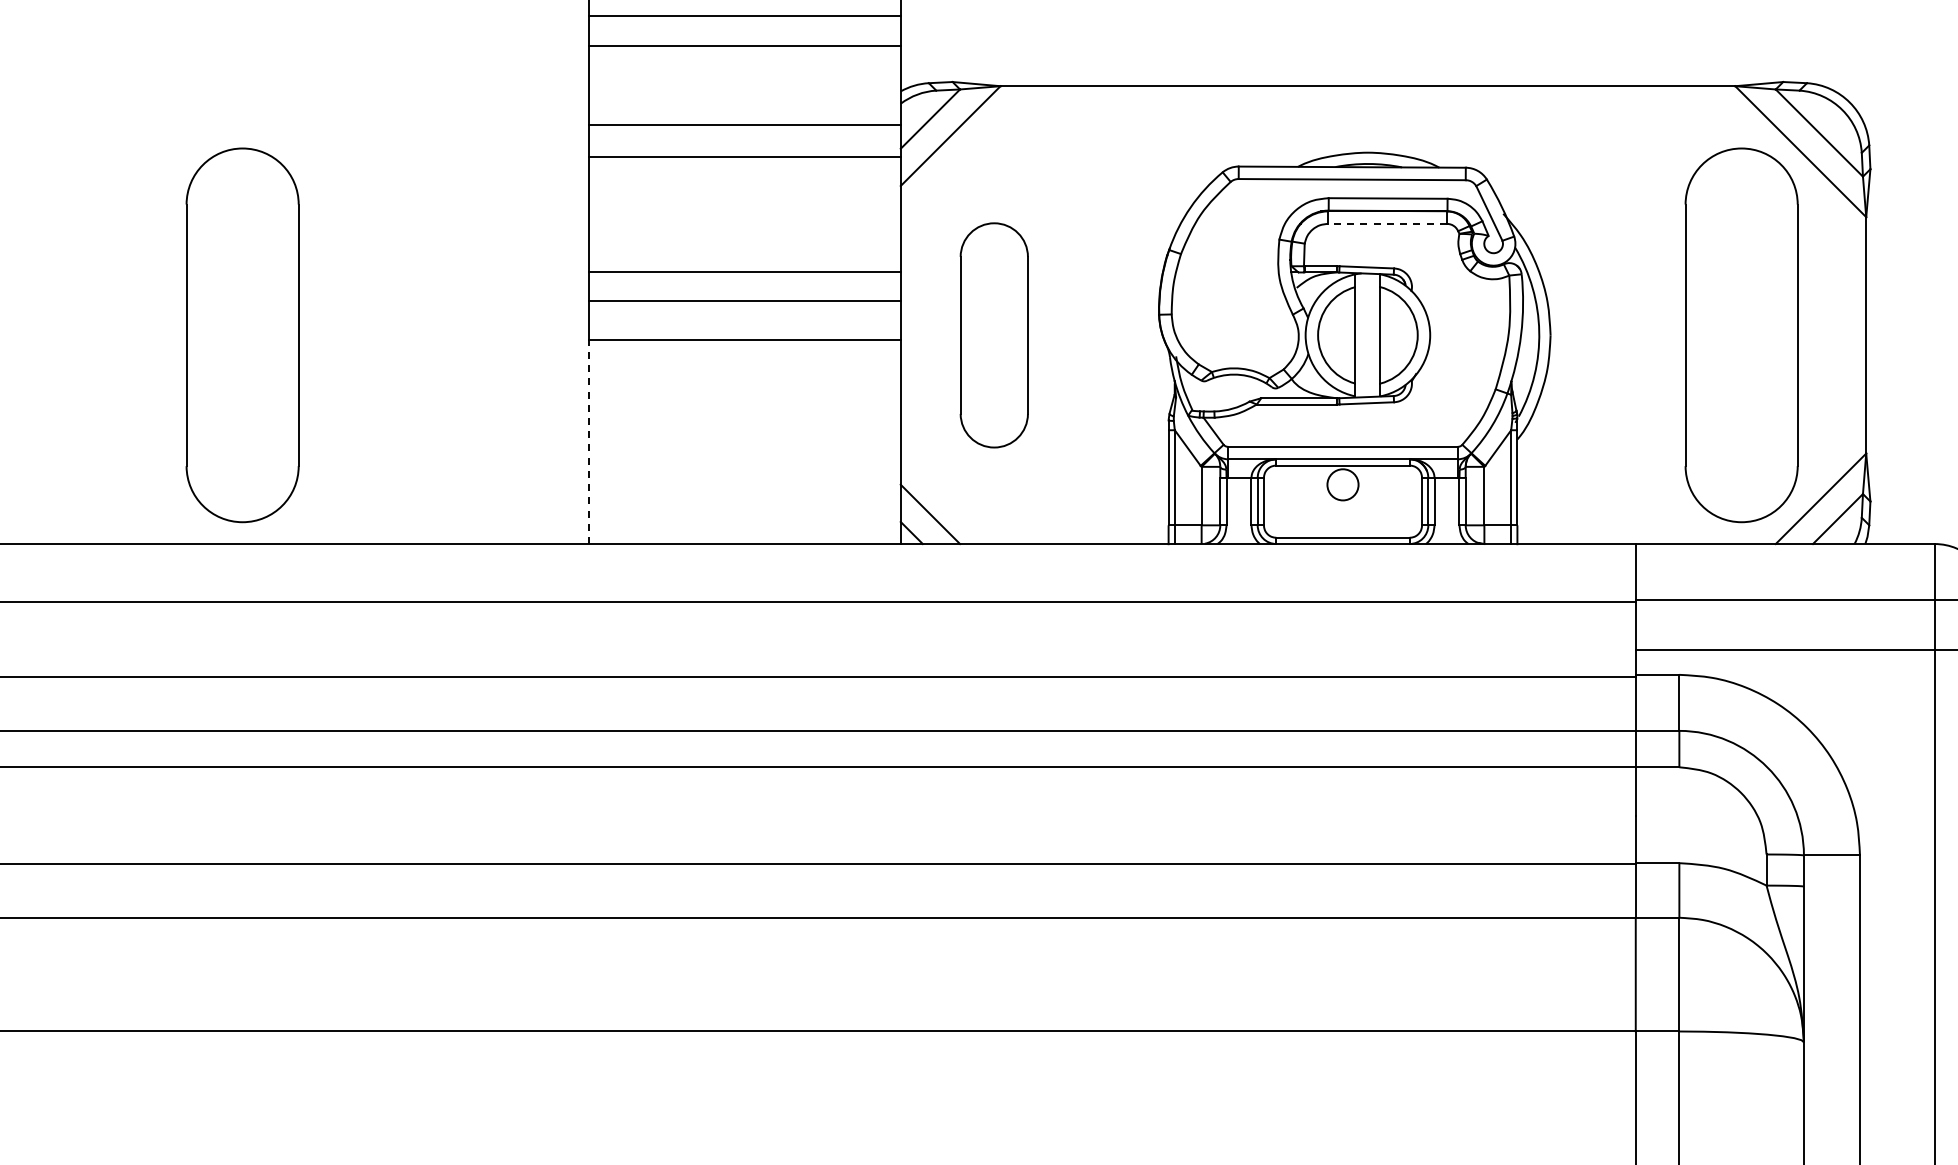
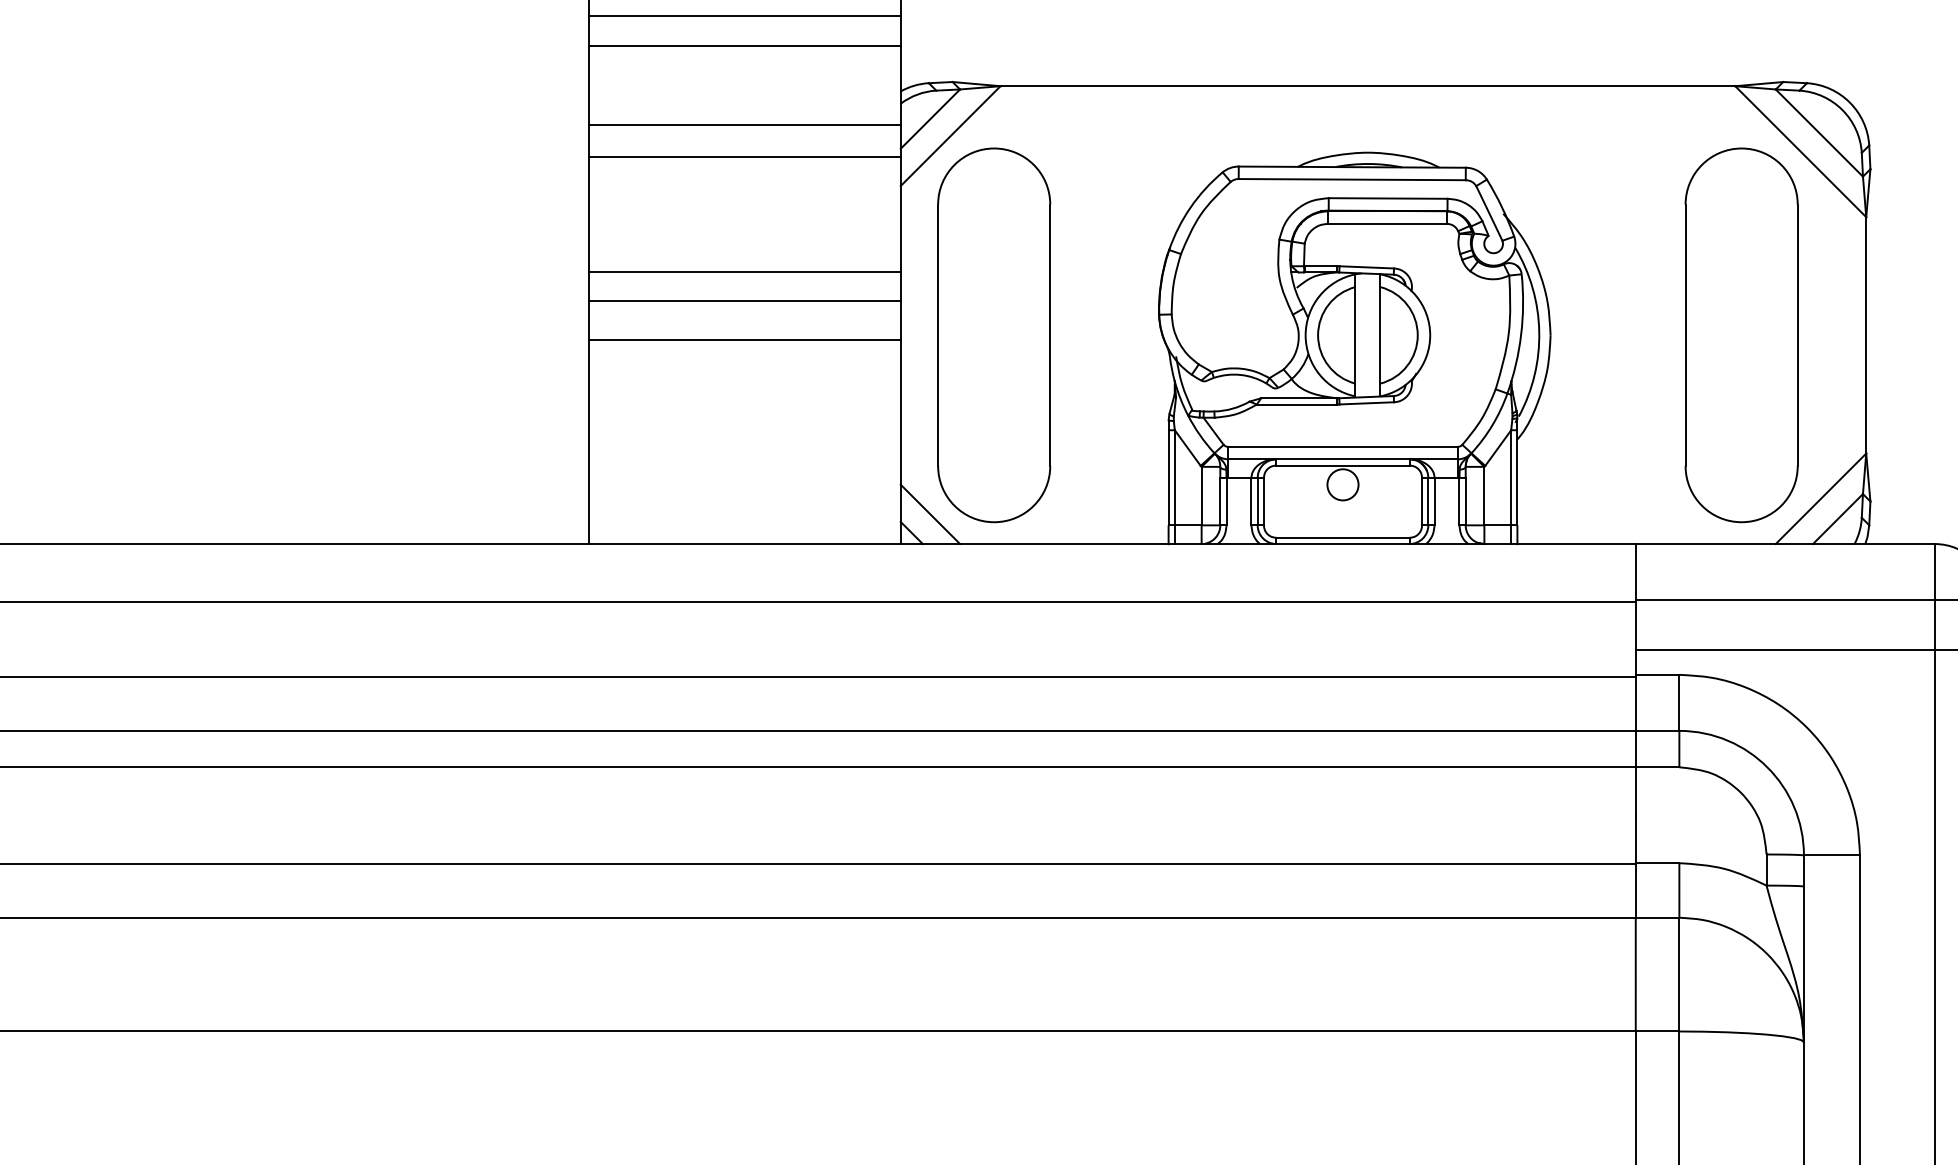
line at (1386, 223): dashed -> solid
part at (242, 335): present -> none
part at (993, 335) size: 70x227 px -> 115x377 px
line at (589, 442): dashed -> solid
